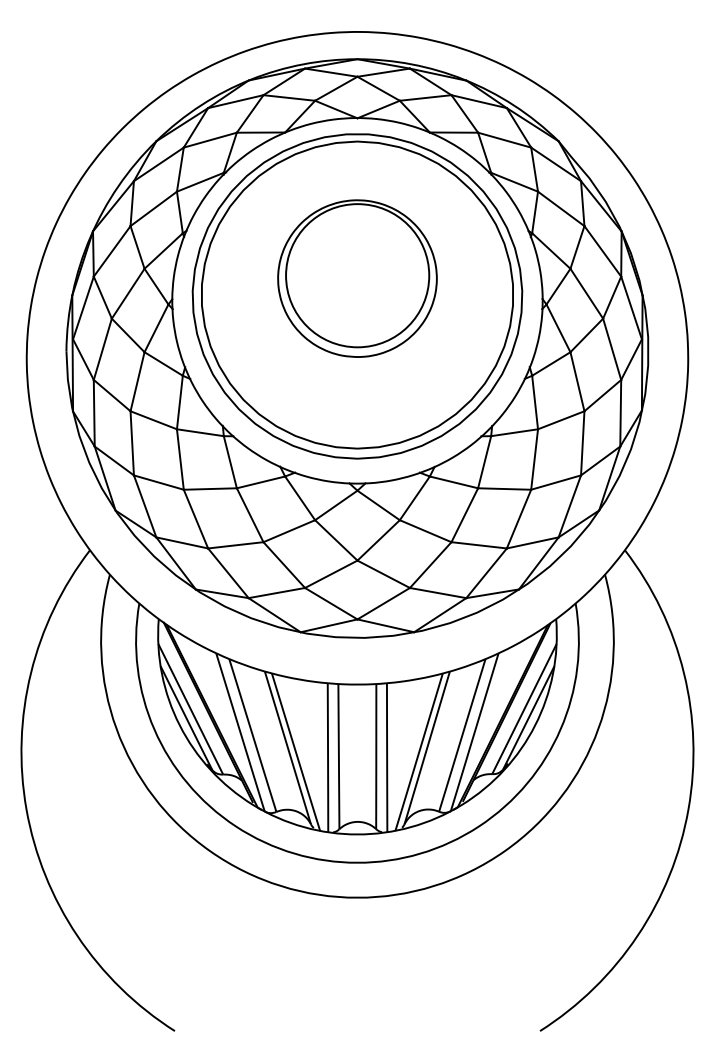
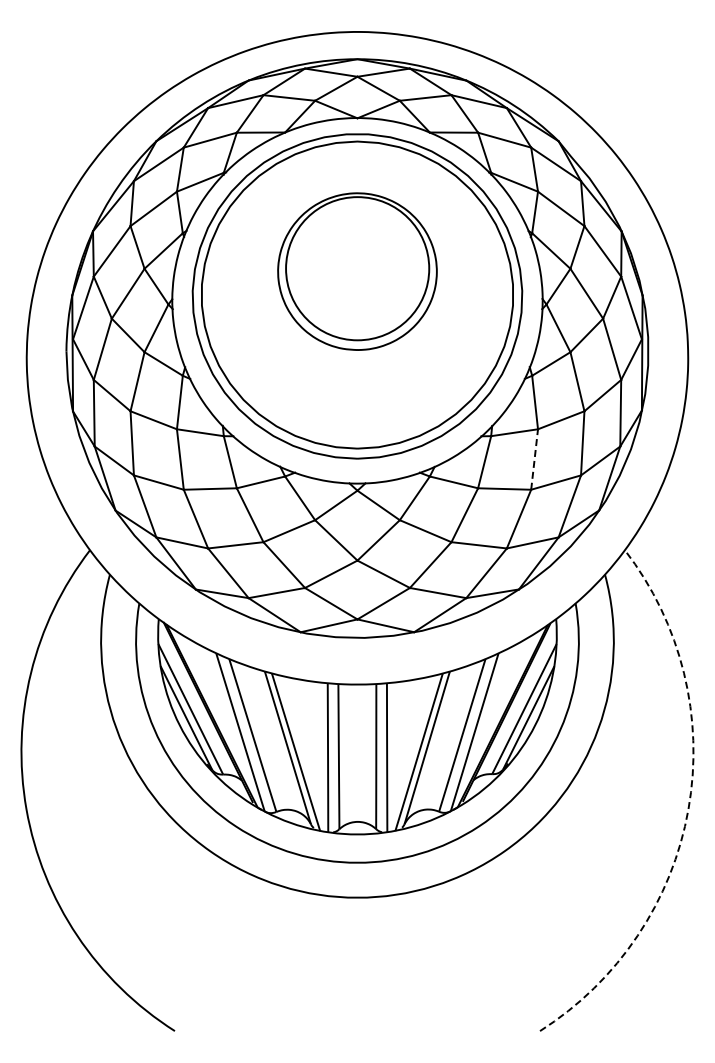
part at (357, 278) position: (357, 278) -> (357, 271)
line at (534, 459): solid -> dashed
arc at (688, 809): solid -> dashed
